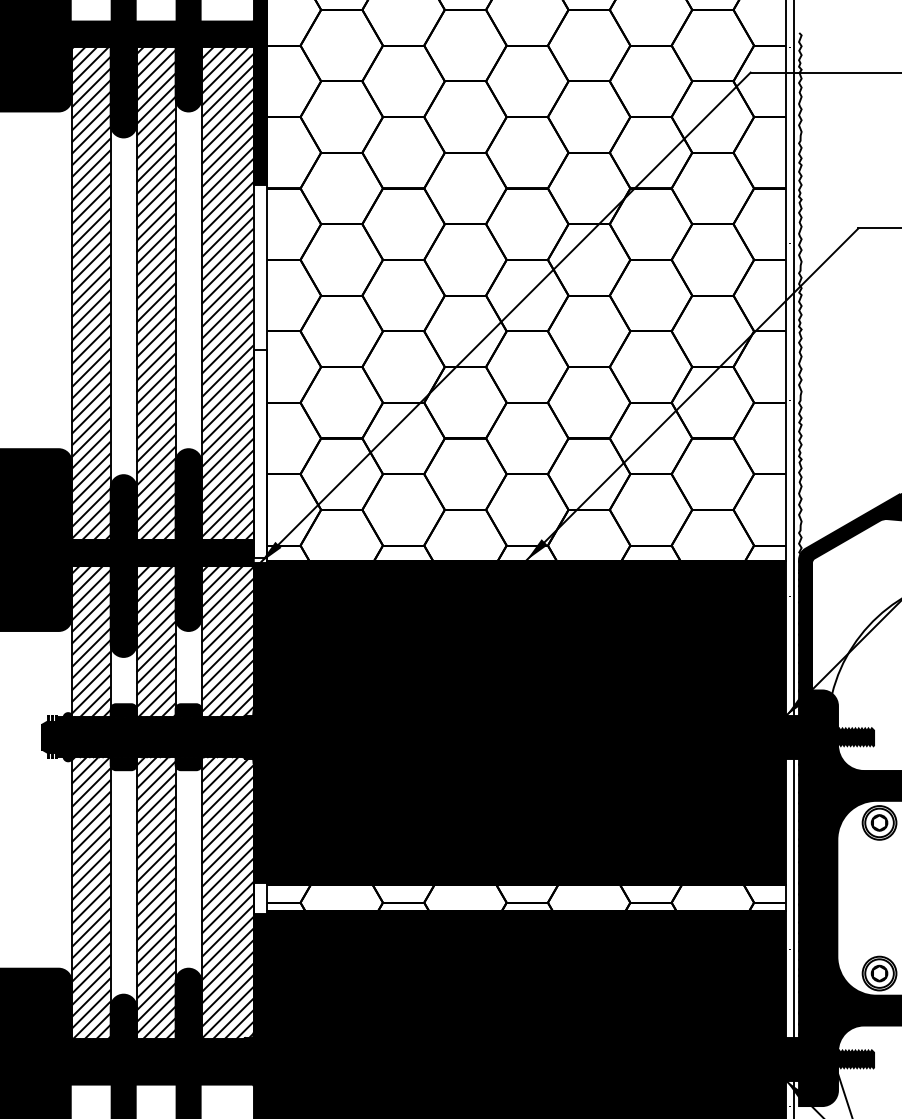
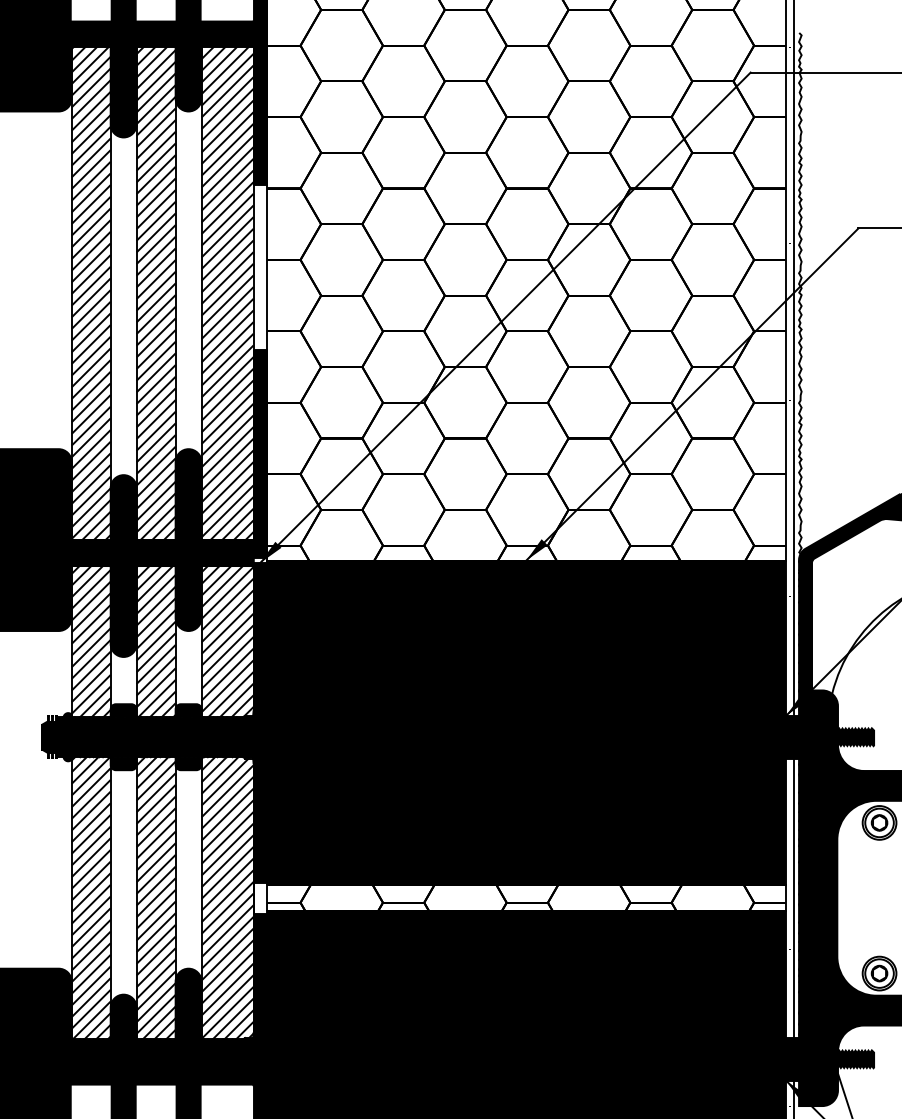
fill at (259, 453): none -> present
